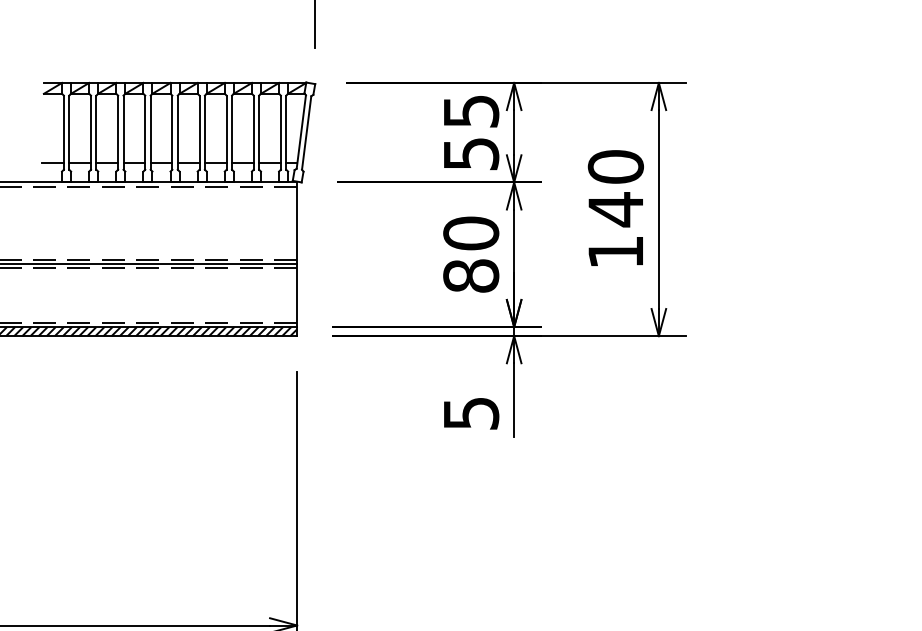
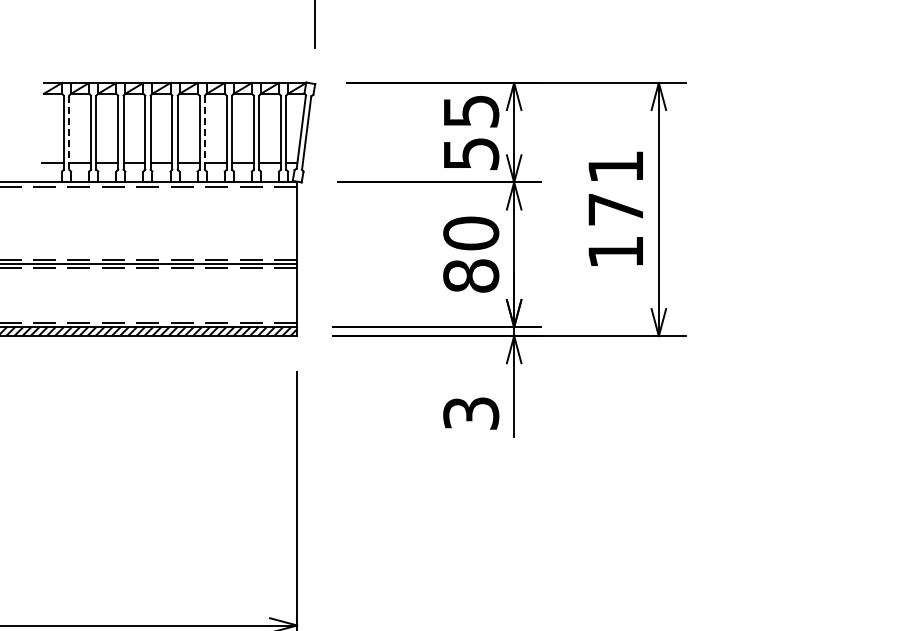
line at (69, 133): solid -> dashed
line at (204, 133): solid -> dashed
text at (615, 188): 140 -> 171
text at (470, 413): 5 -> 3
